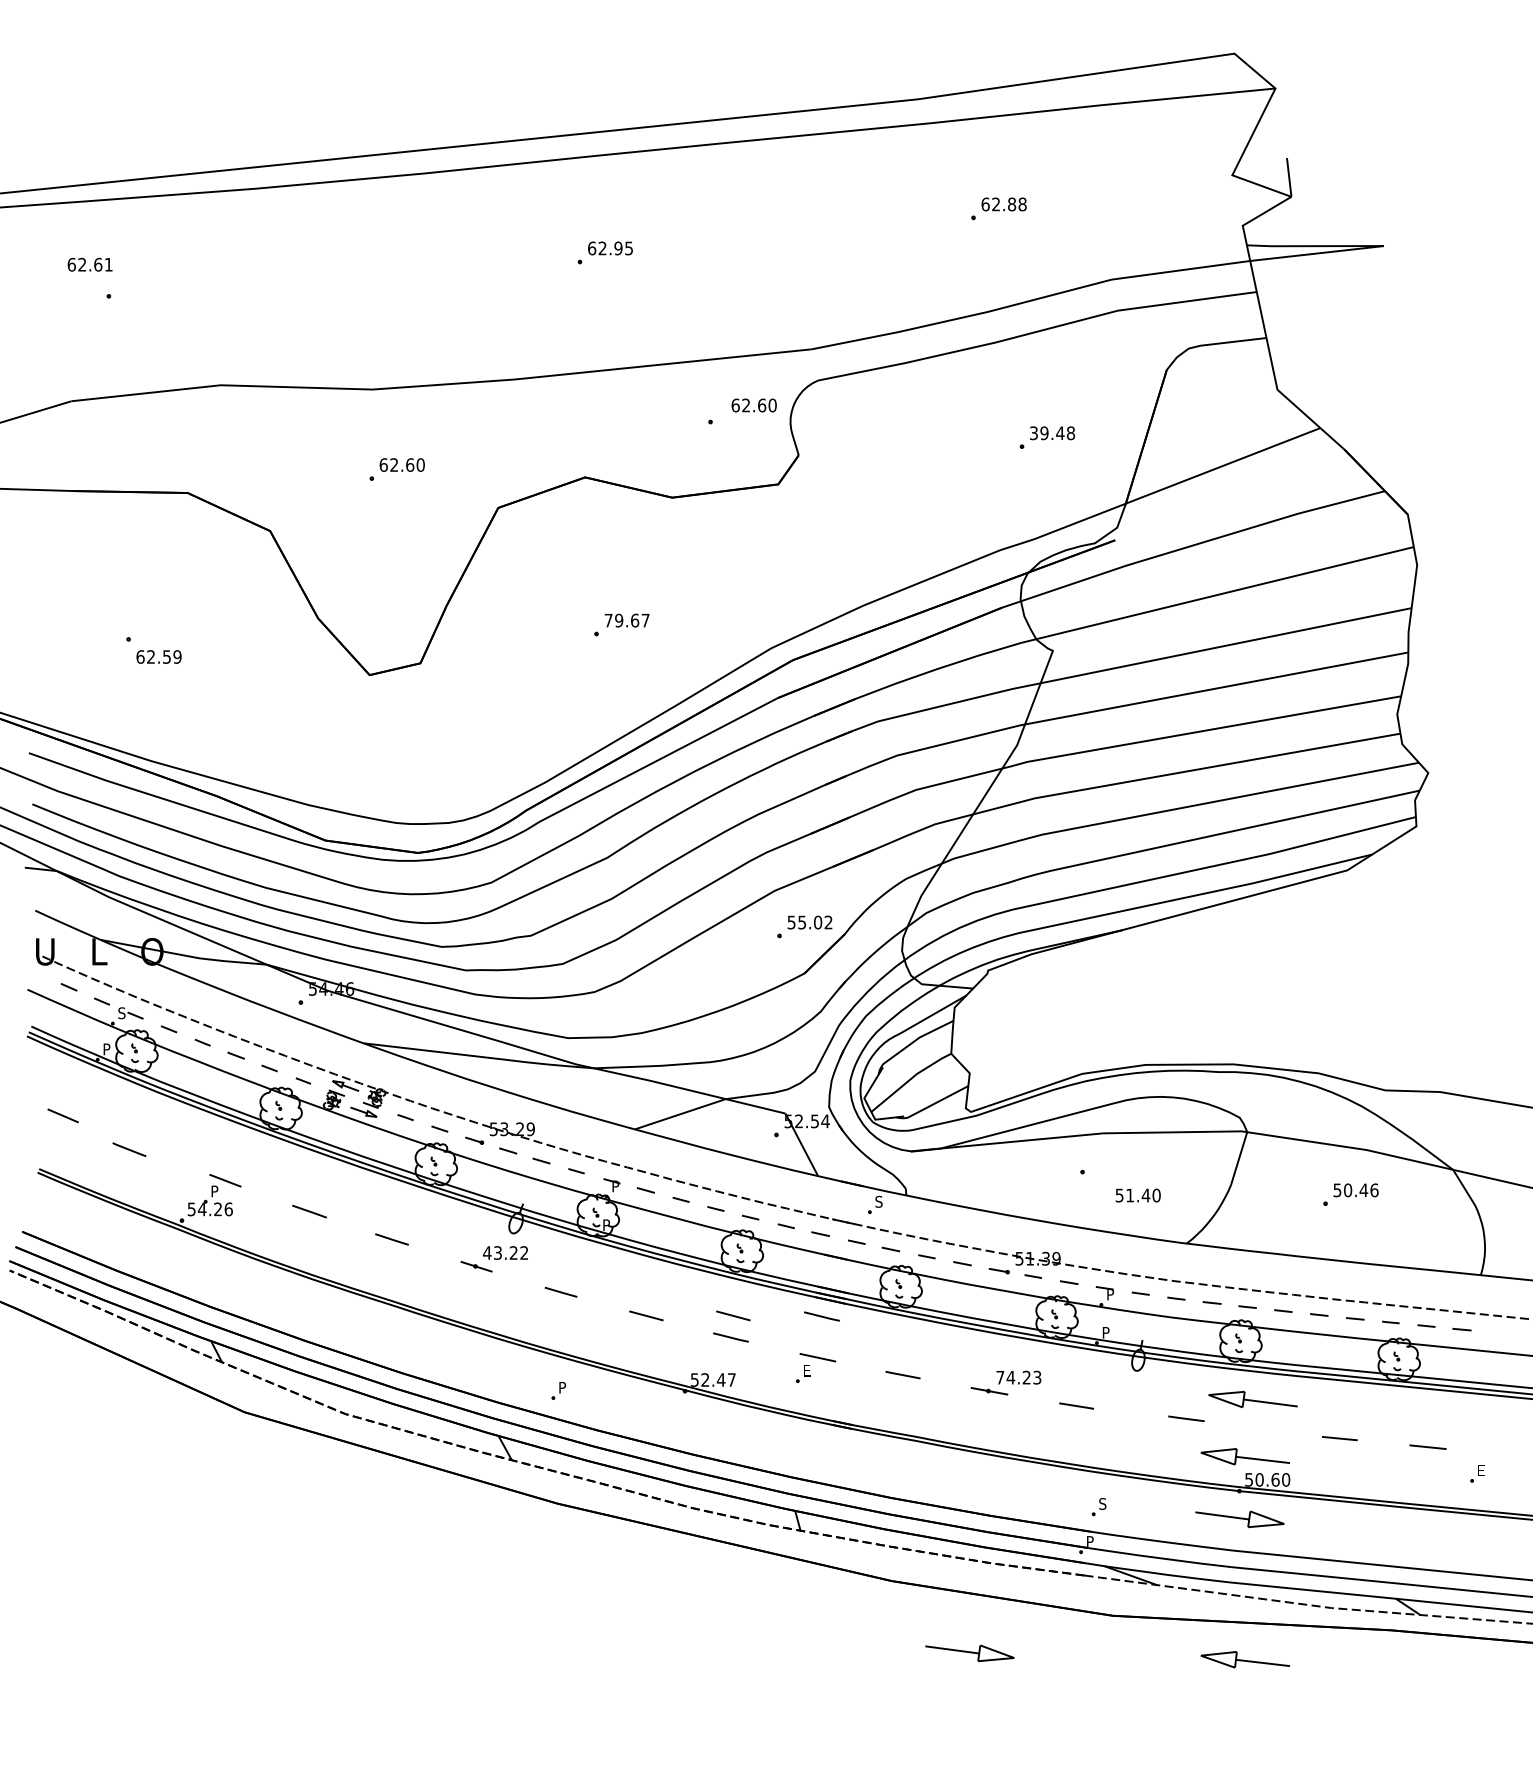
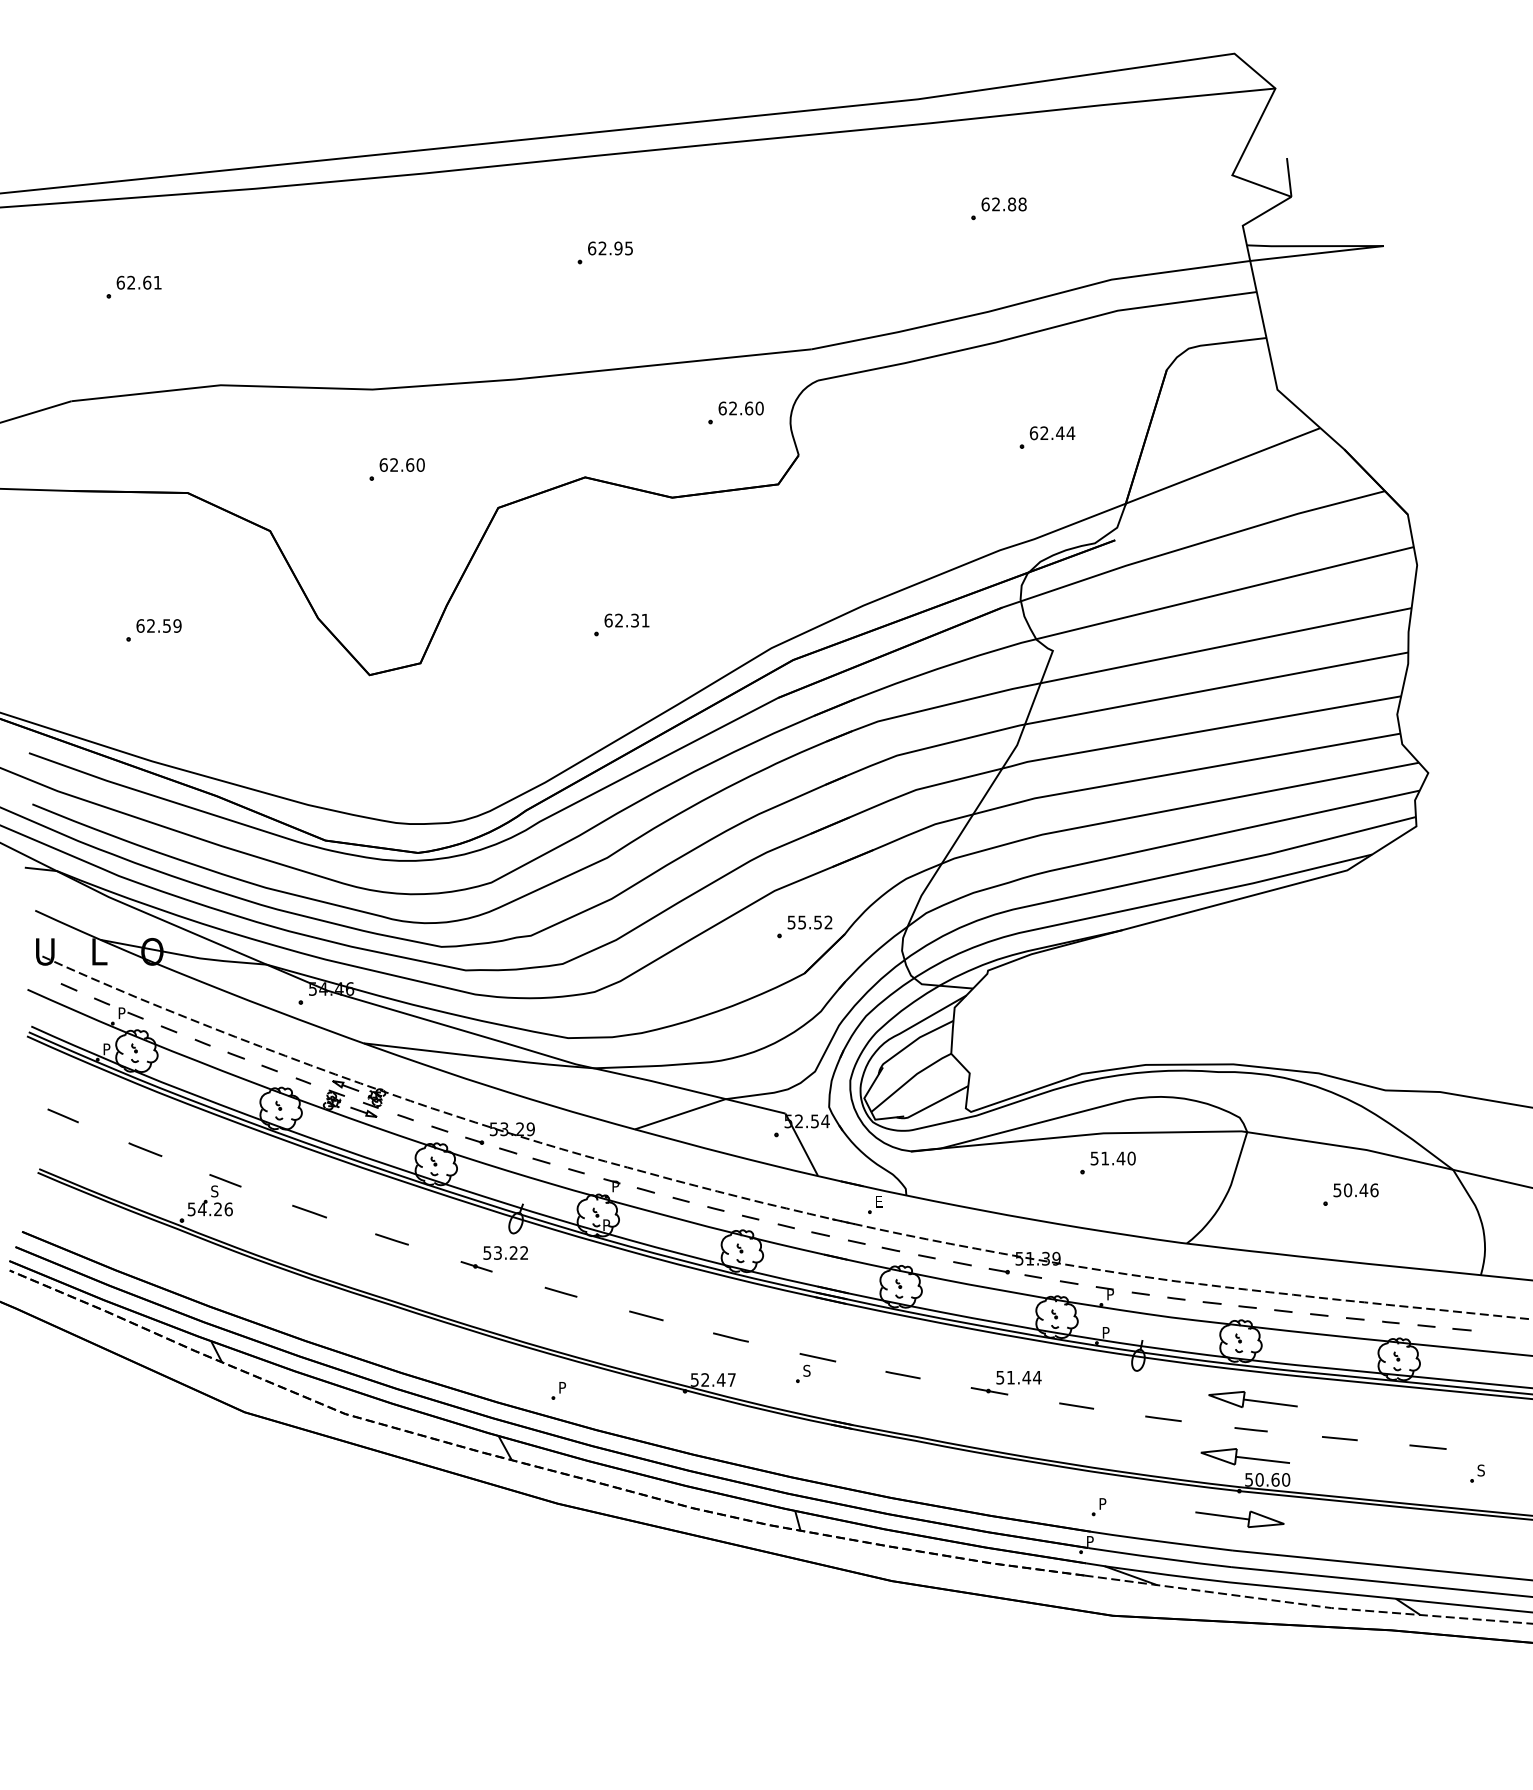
text at (89, 264) position: (89, 264) -> (138, 282)
text at (753, 405) position: (753, 405) -> (740, 408)
text at (1052, 433): 39.48 -> 62.44
text at (626, 620): 79.67 -> 62.31
text at (158, 656) position: (158, 656) -> (158, 625)
text at (818, 922): 55.02 -> 55.52
text at (121, 1013): S -> P
line at (129, 1149) position: (129, 1149) -> (145, 1149)
text at (214, 1191): P -> S
text at (1137, 1195) position: (1137, 1195) -> (1112, 1158)
text at (878, 1201): S -> E
text at (487, 1252): 43.22 -> 53.22
line at (733, 1315): present -> none
line at (821, 1316): present -> none
text at (806, 1370): E -> S
text at (1018, 1377): 74.23 -> 51.44
line at (1186, 1418) position: (1186, 1418) -> (1163, 1418)
line at (1250, 1429): none -> present
text at (1480, 1470): E -> S
text at (1102, 1503): S -> P
part at (969, 1652): present -> none
part at (1244, 1659): present -> none
